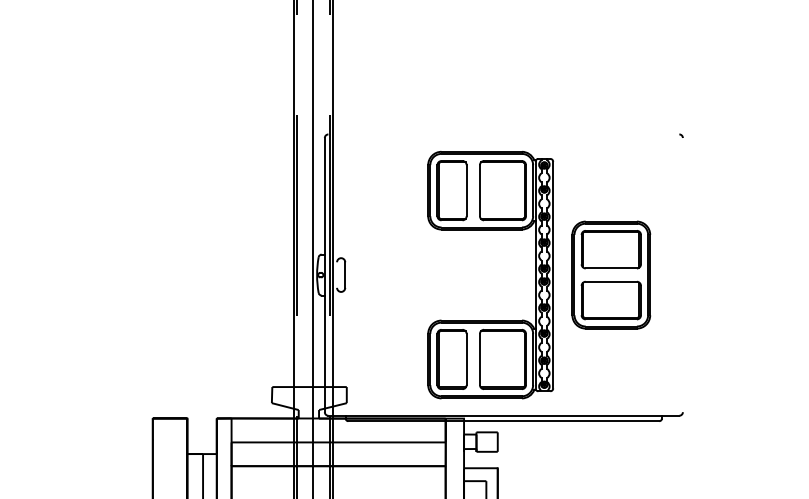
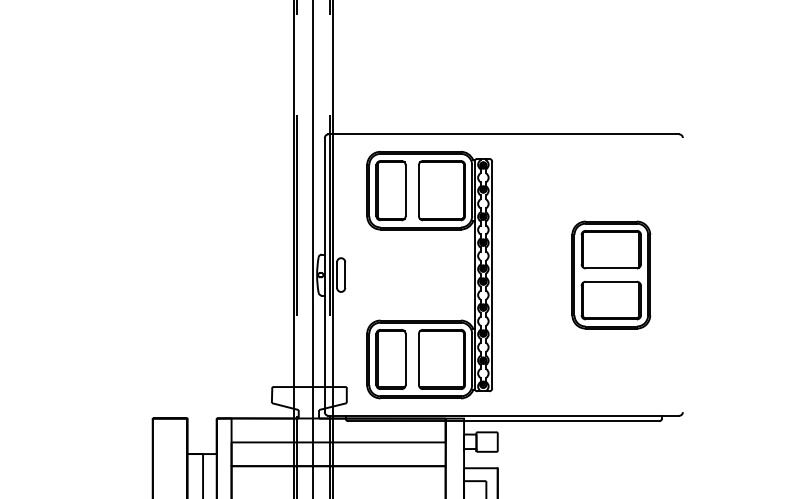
line at (503, 134): none -> present
part at (490, 230) position: (490, 230) -> (429, 230)
line at (337, 274): none -> present
